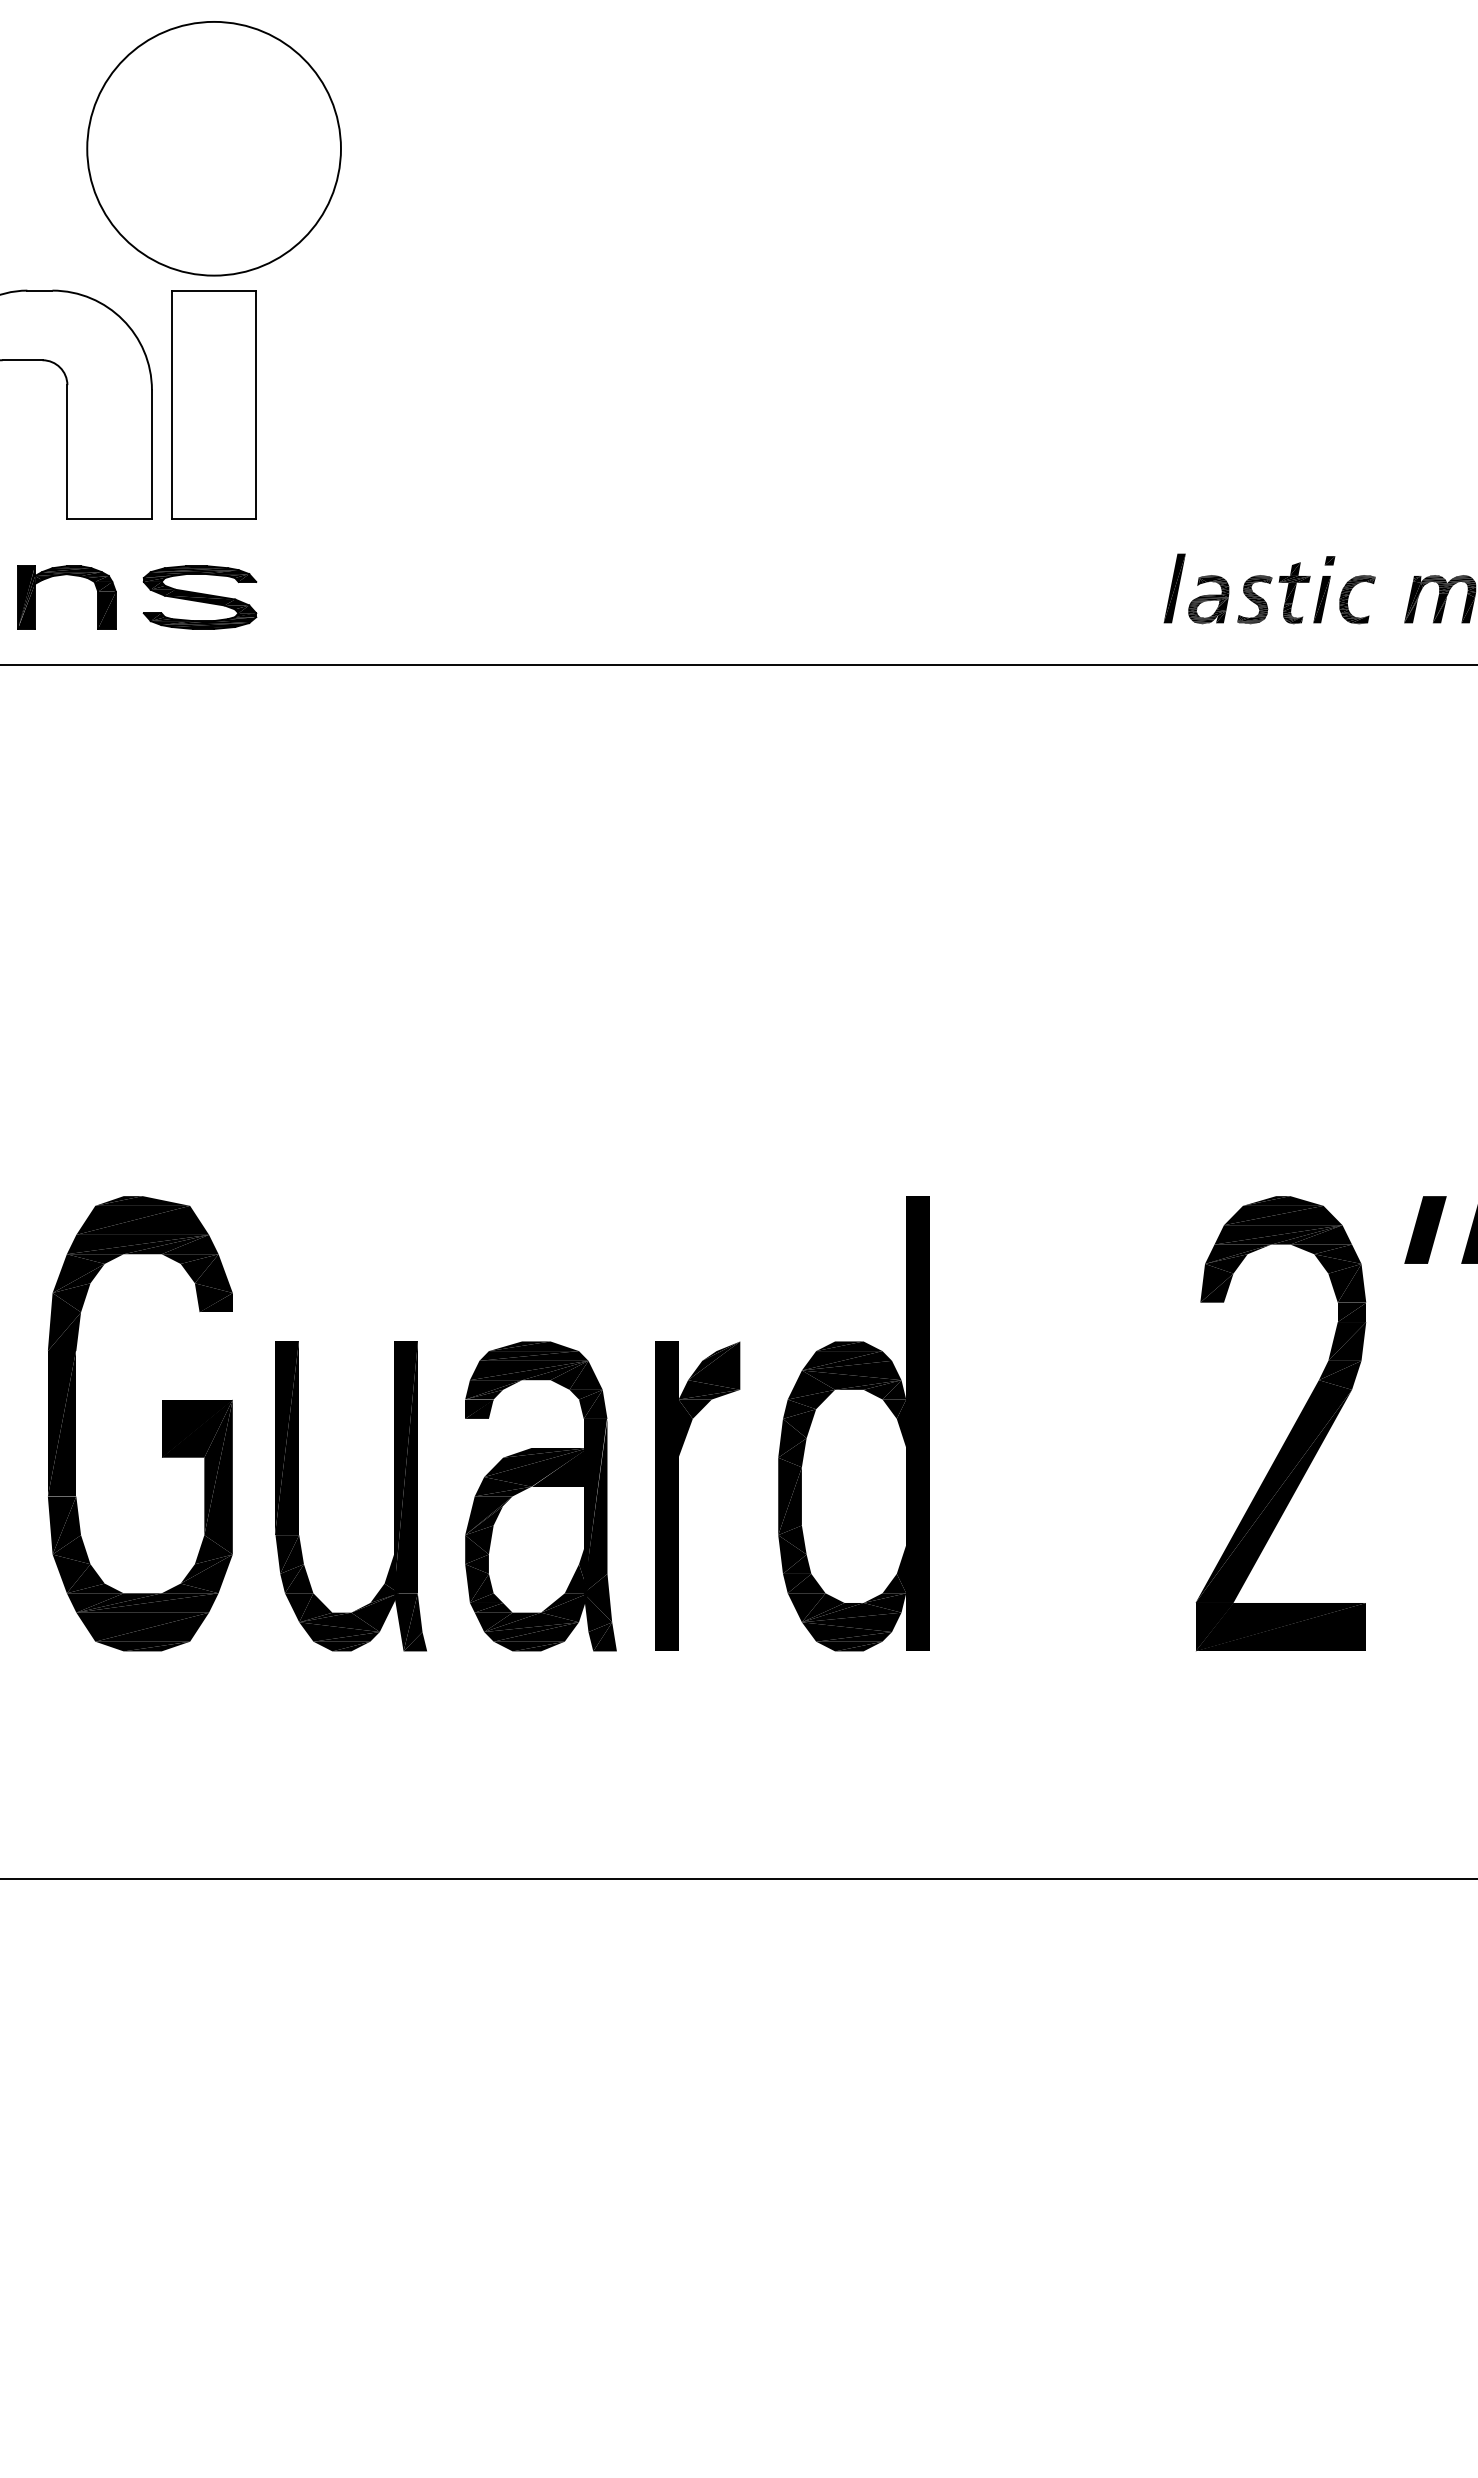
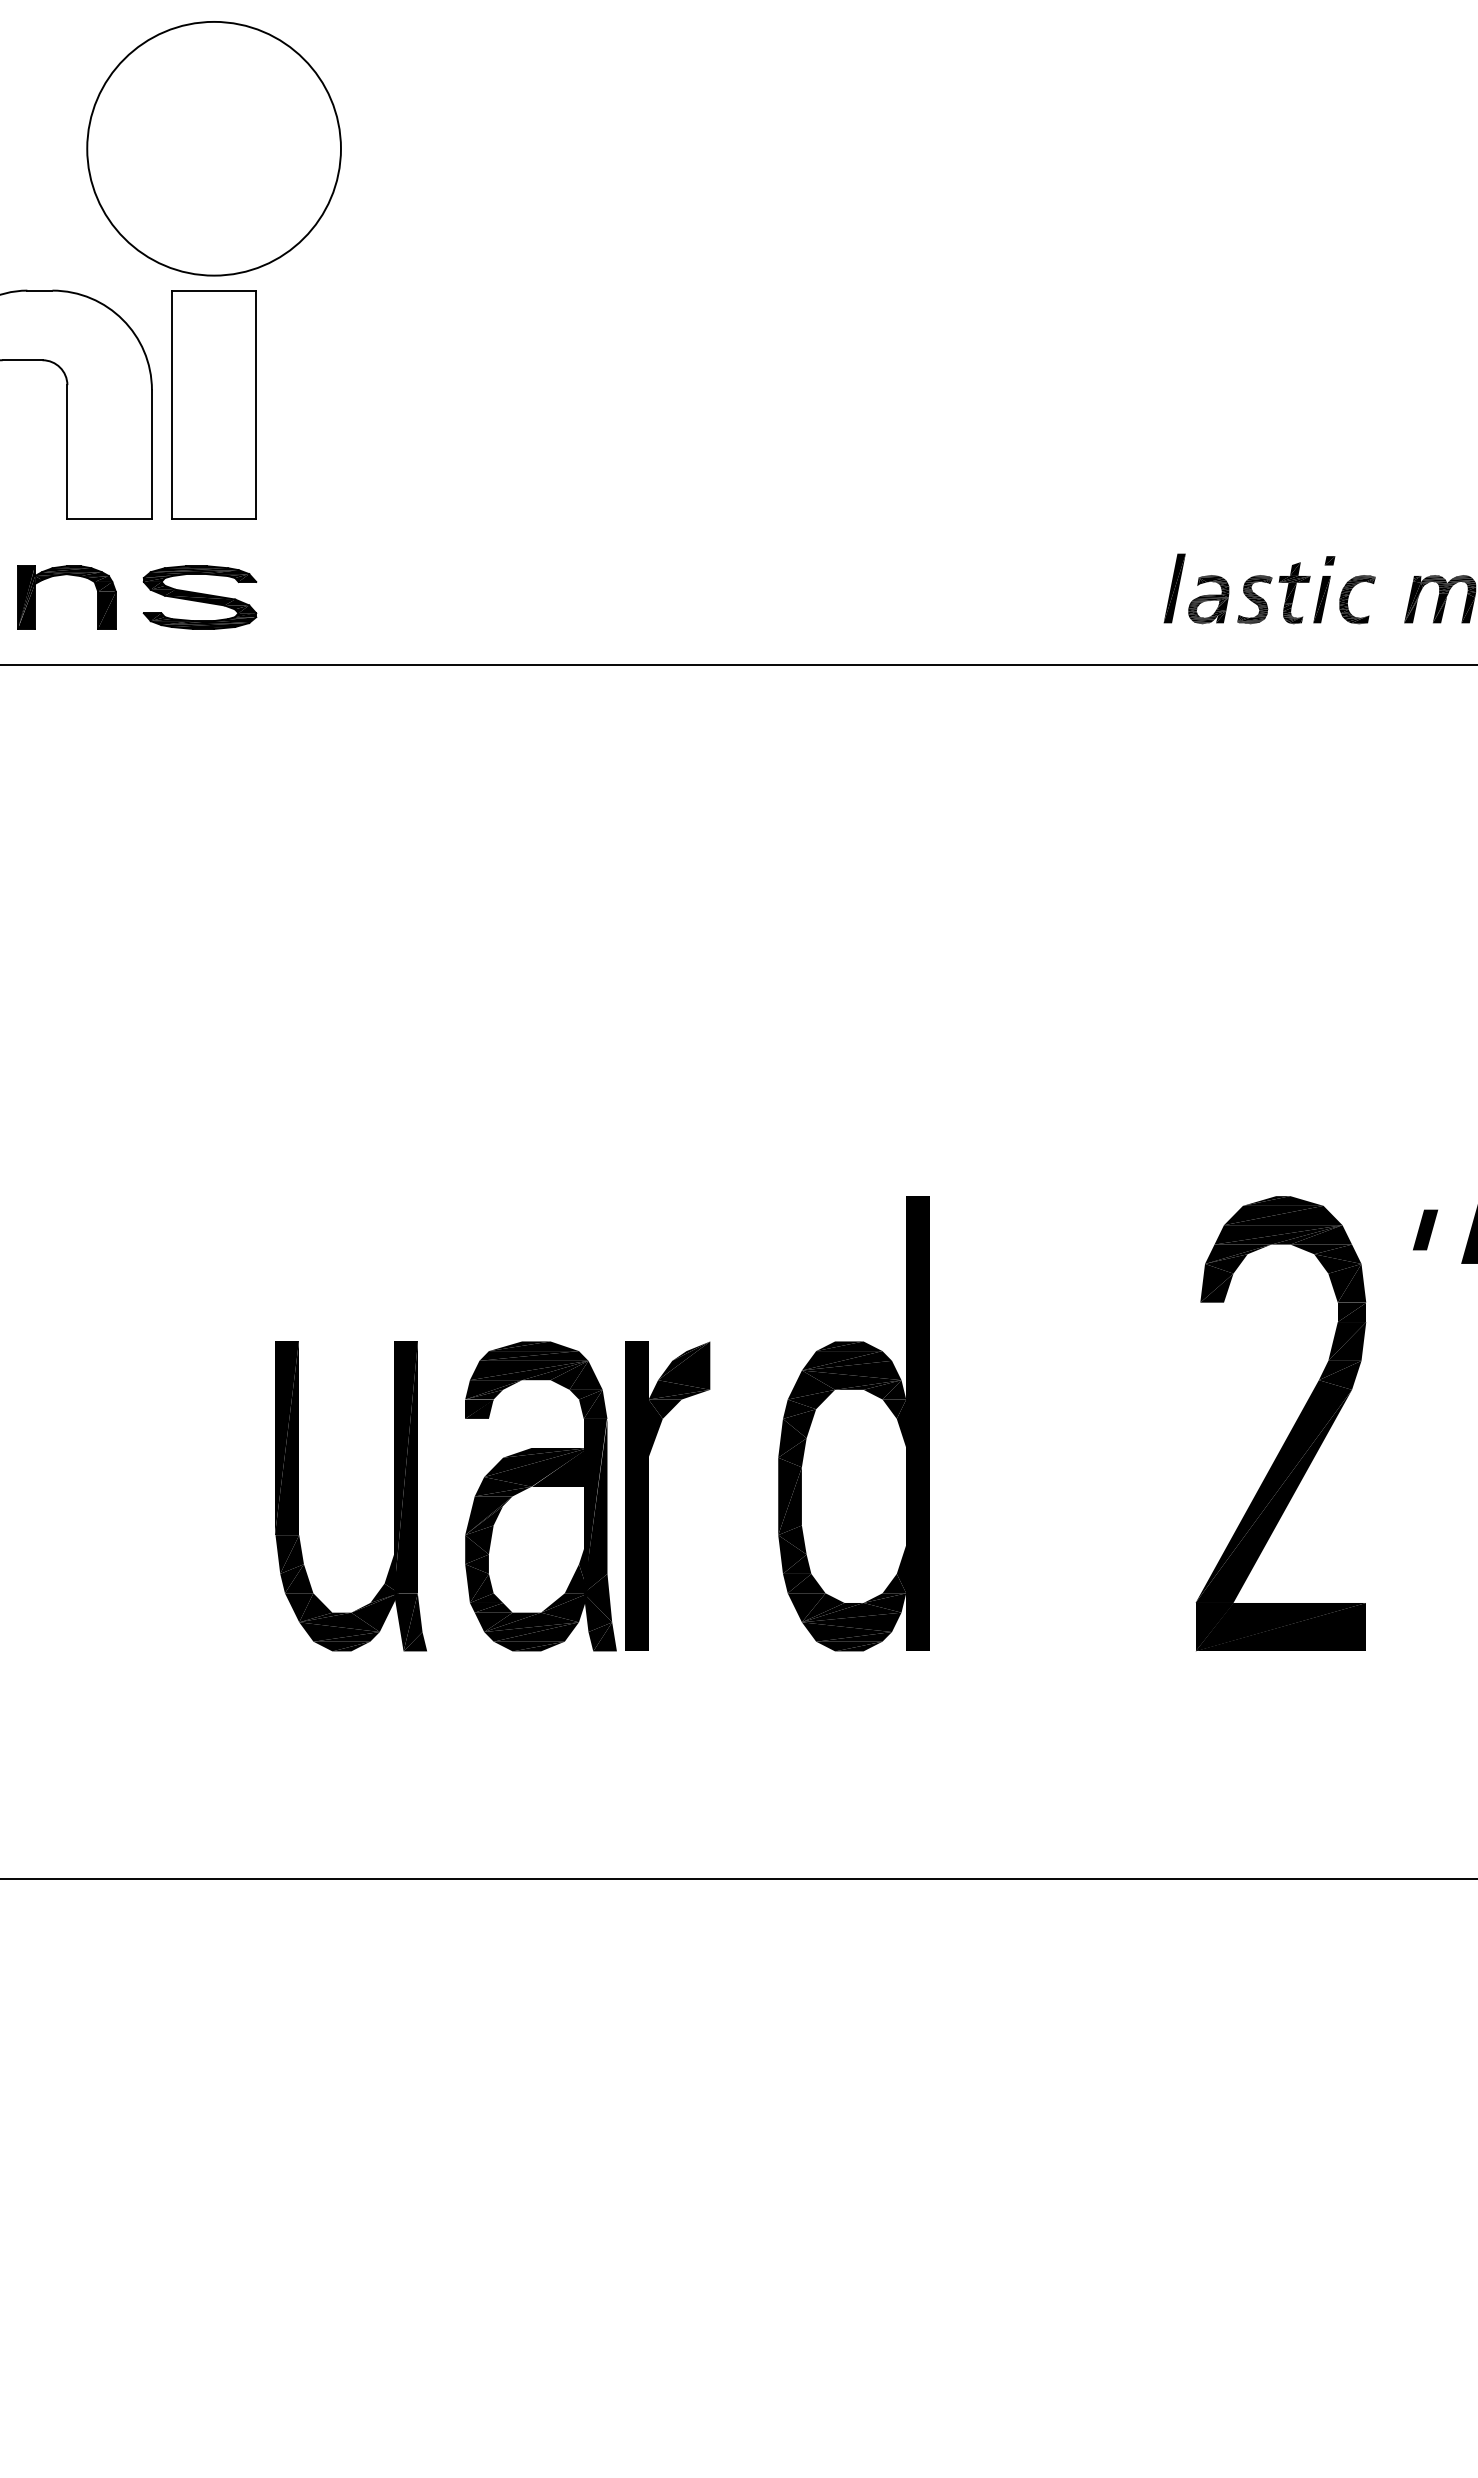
part at (1425, 1229) size: 43x68 px -> 25x42 px
part at (162, 1423): present -> none
part at (678, 1495) position: (678, 1495) -> (648, 1495)
